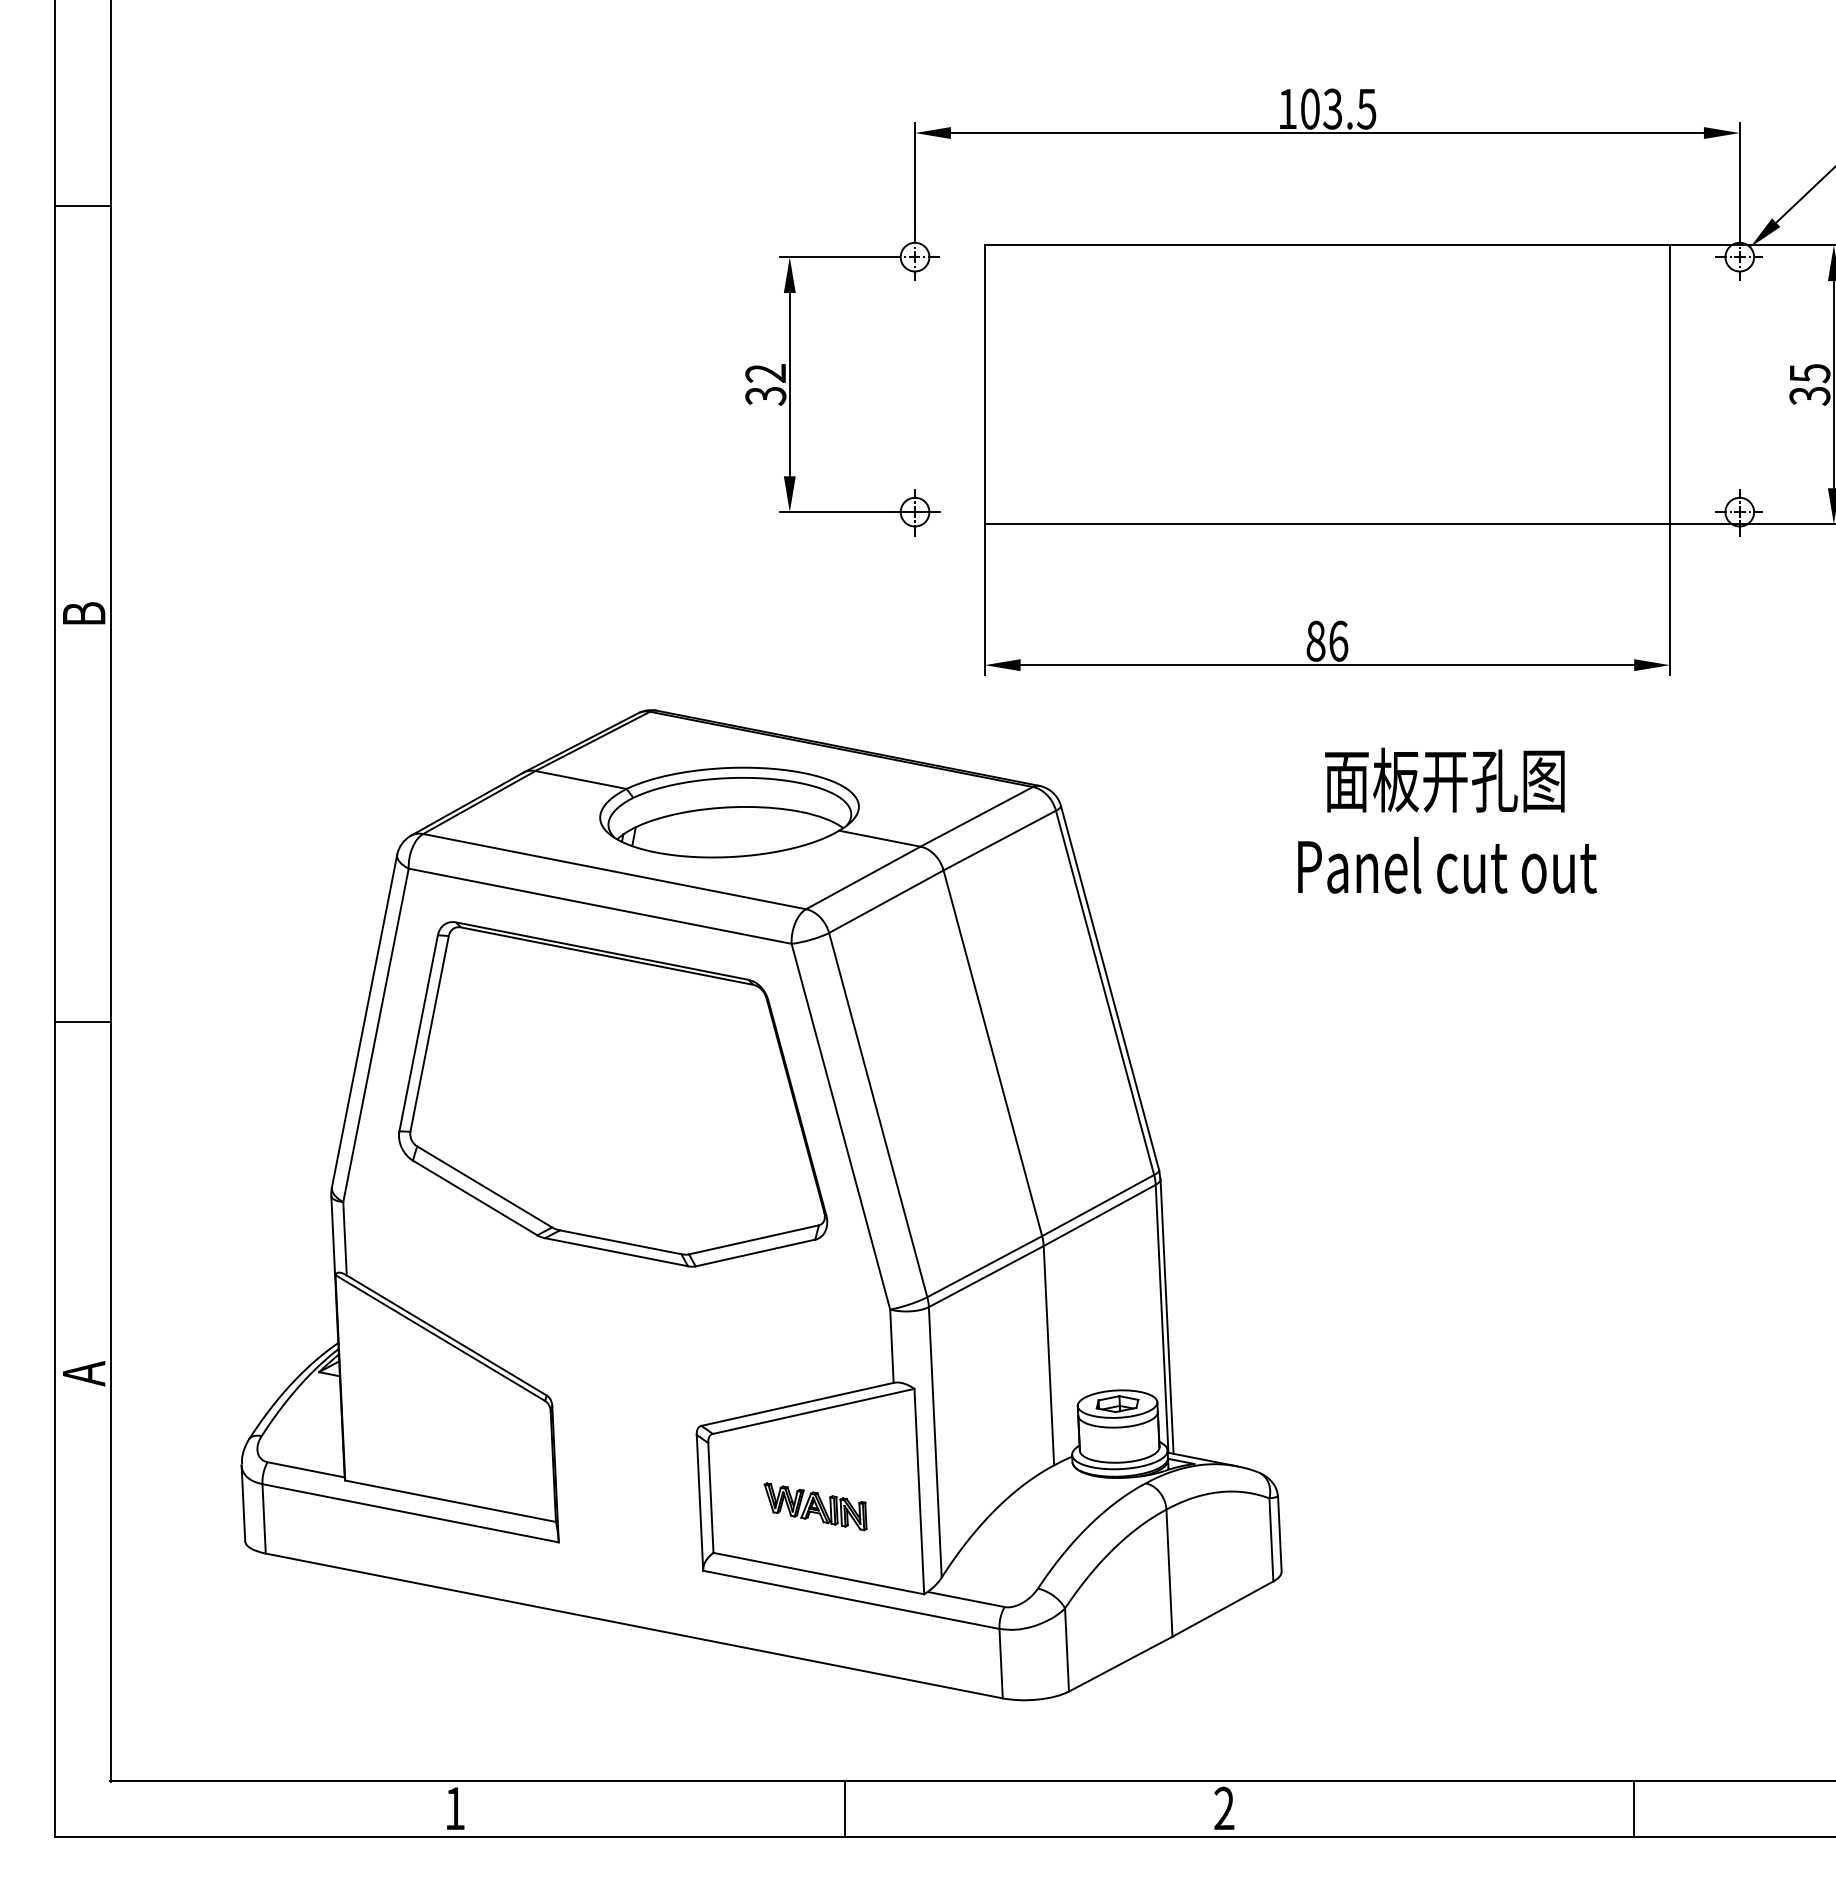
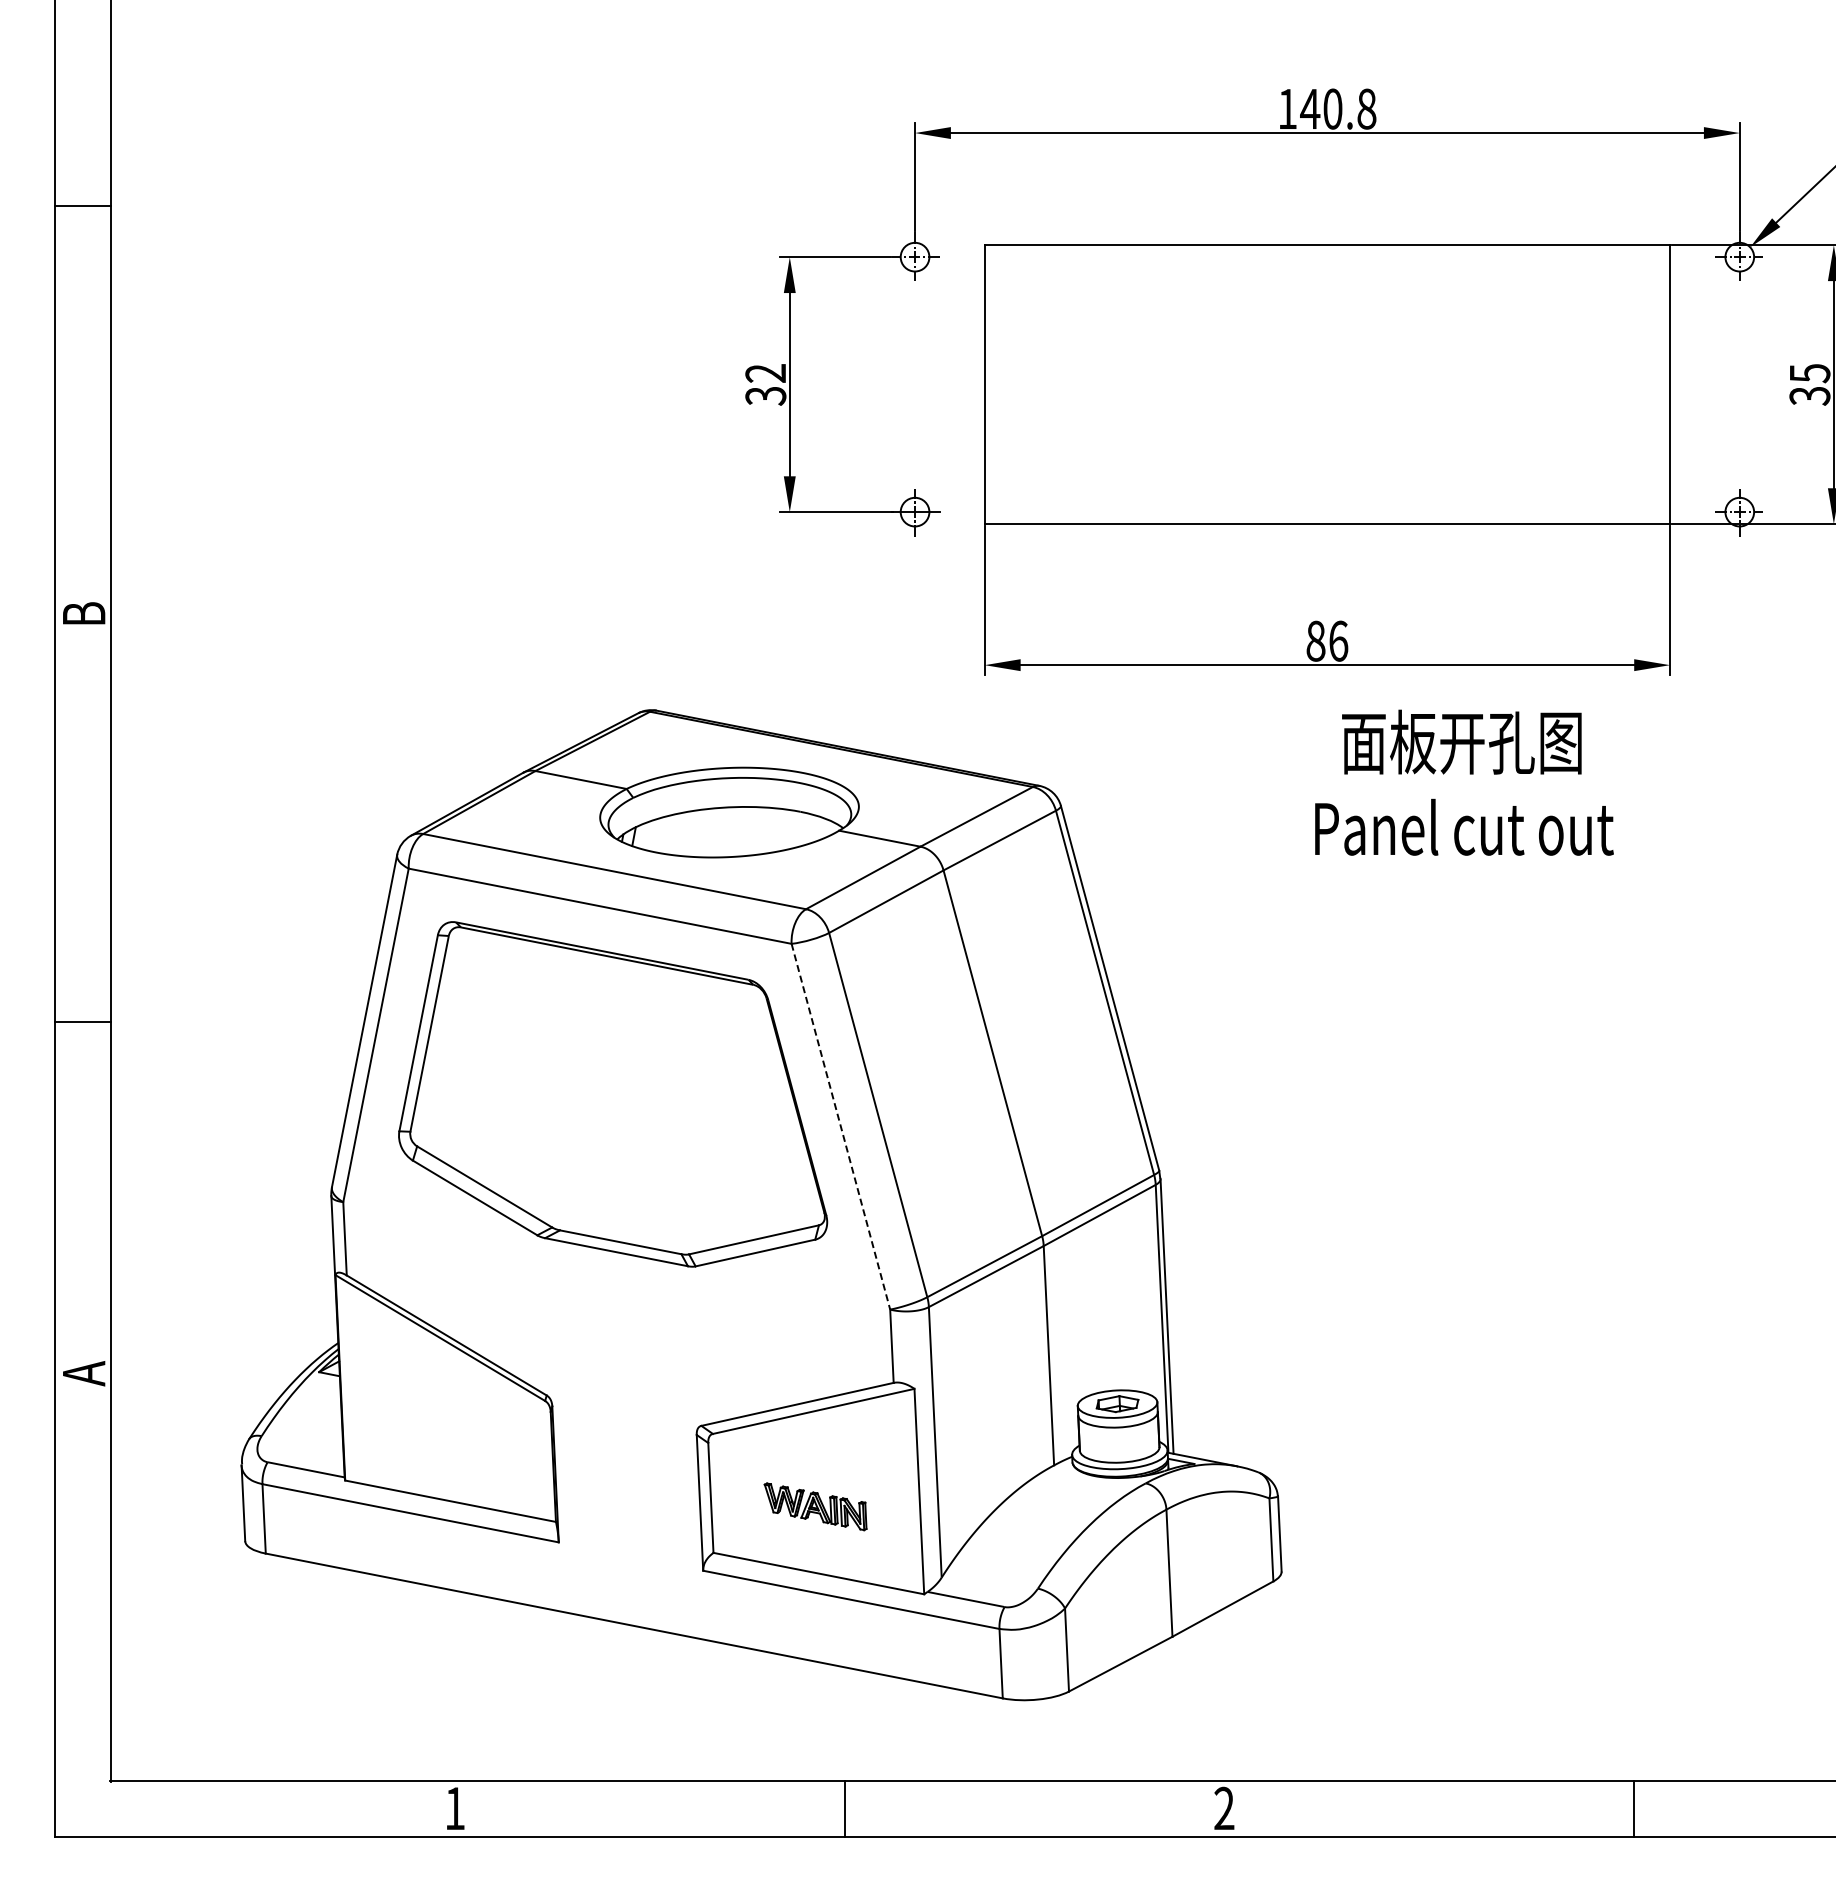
text at (1338, 108): 103.5 -> 140.8
text at (1447, 820) position: (1447, 820) -> (1464, 782)
line at (841, 1127): solid -> dashed
